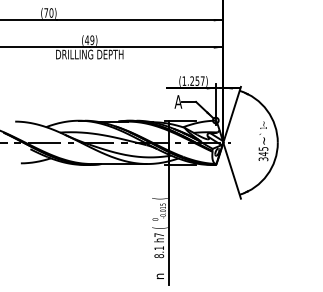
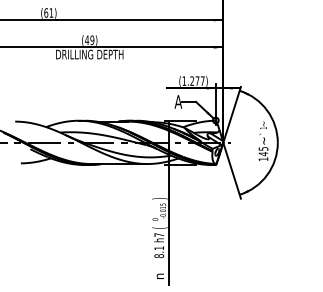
text at (48, 12): (70) -> (61)
text at (197, 80): (1.257) -> (1.277)
text at (263, 159): 345 -> 145
text at (159, 198): ( -> )
